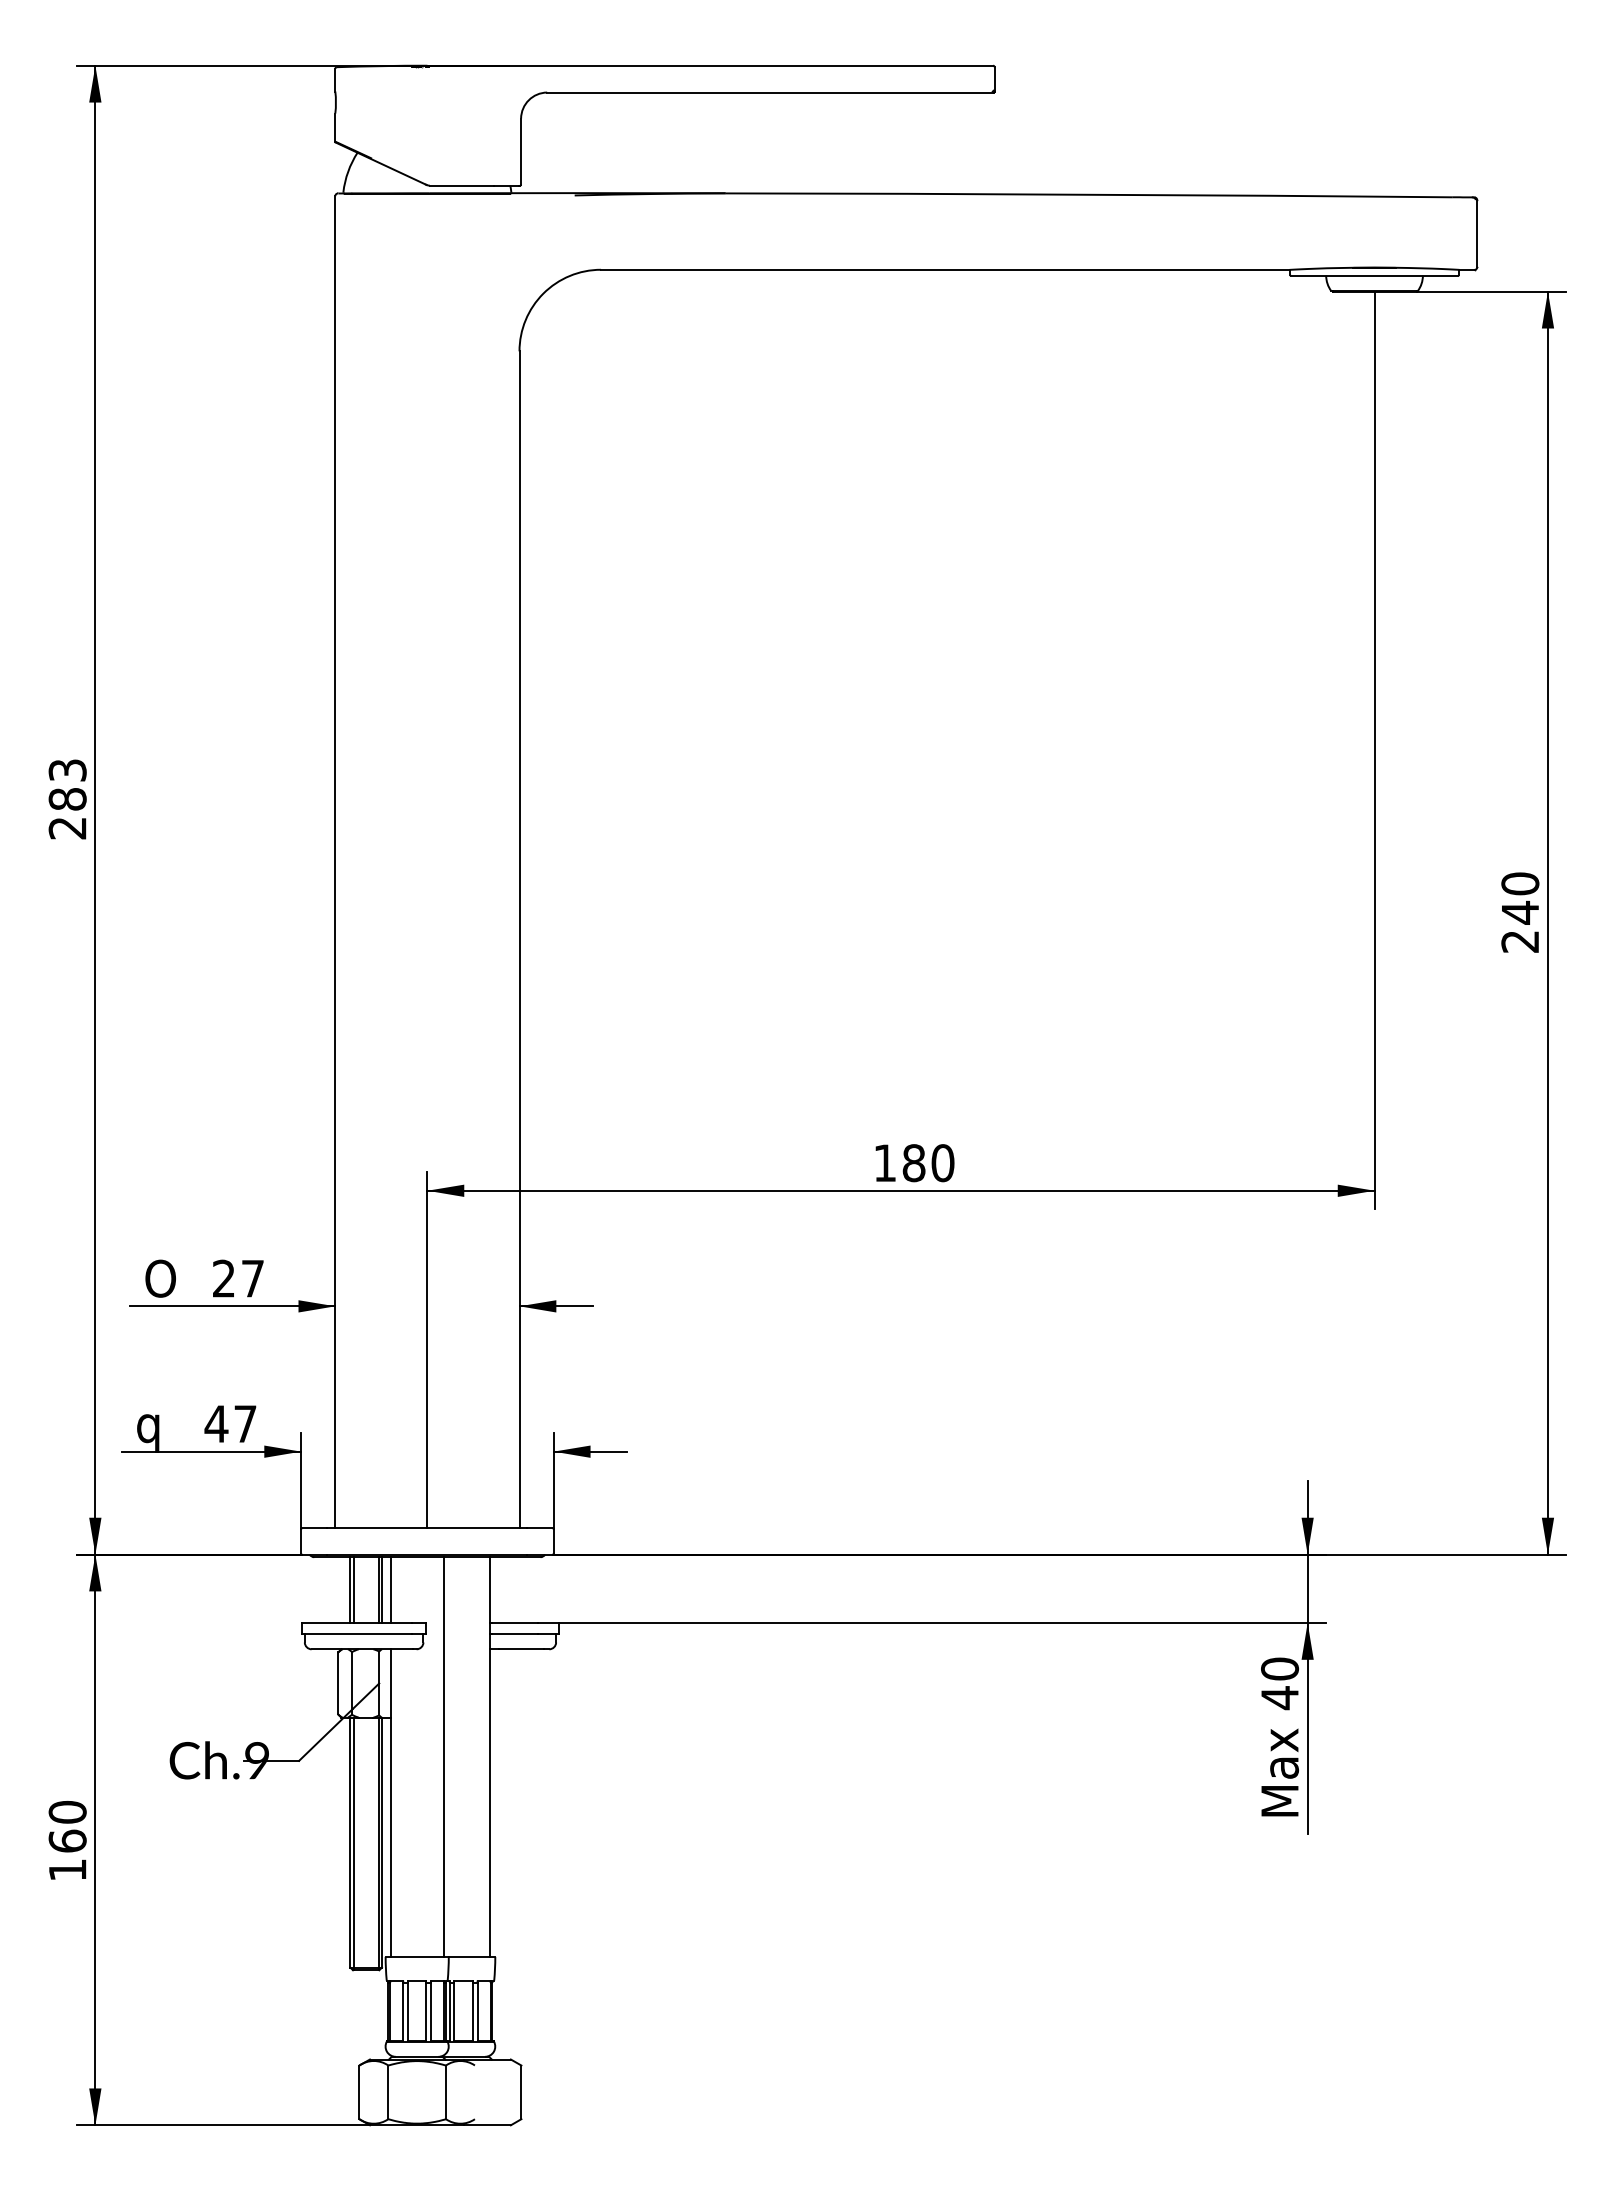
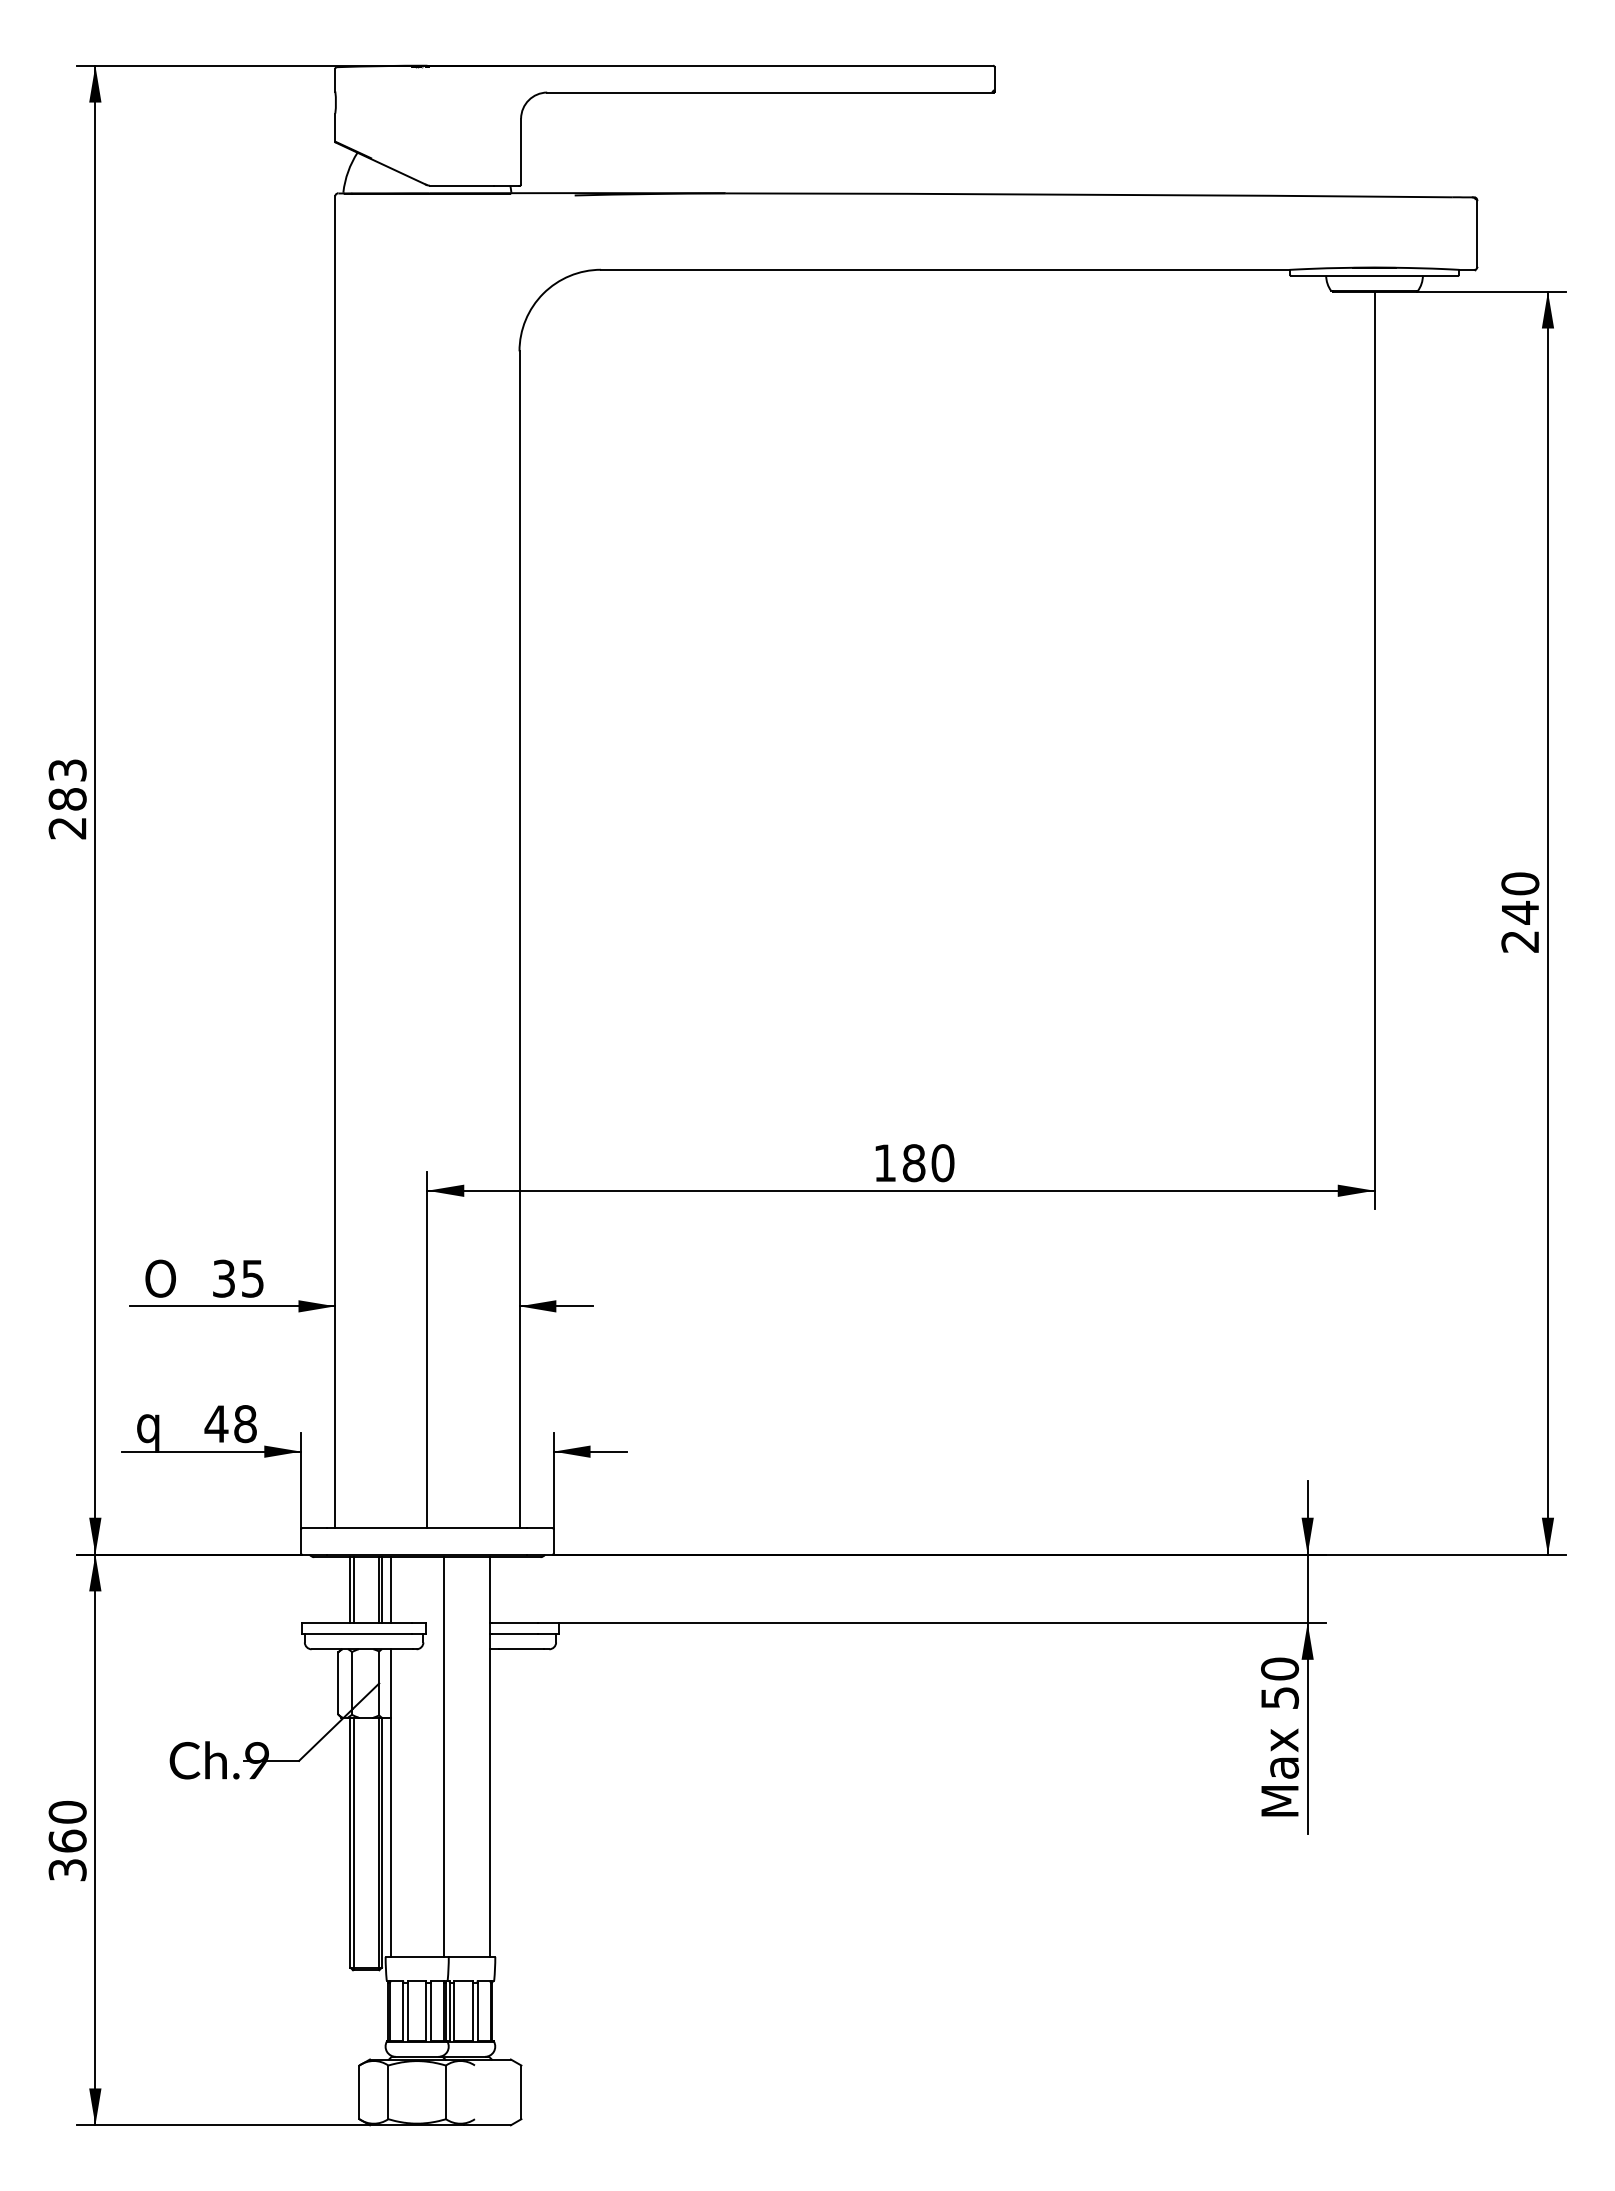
text at (238, 1278): 27 -> 35
text at (245, 1424): 47 -> 48
text at (1280, 1698): 40 -> 50
text at (67, 1870): 160 -> 360
